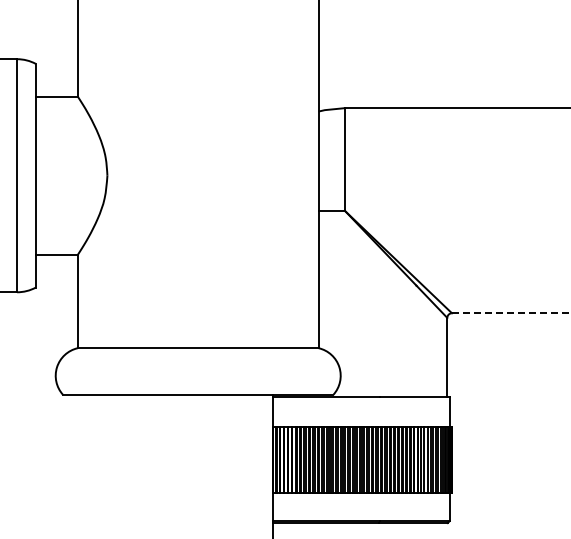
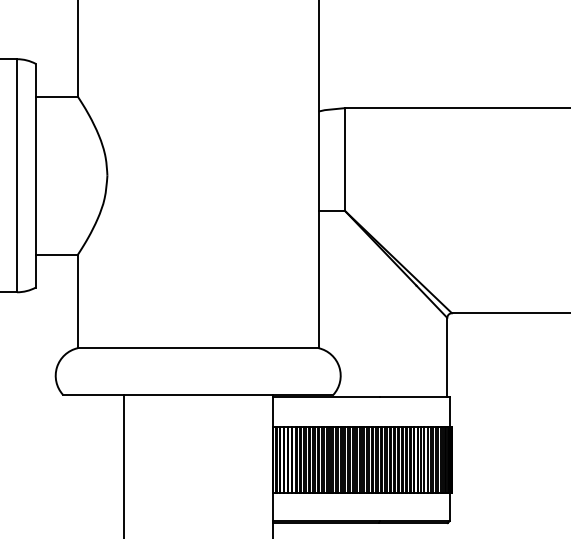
line at (511, 313): dashed -> solid
line at (123, 464): none -> present
